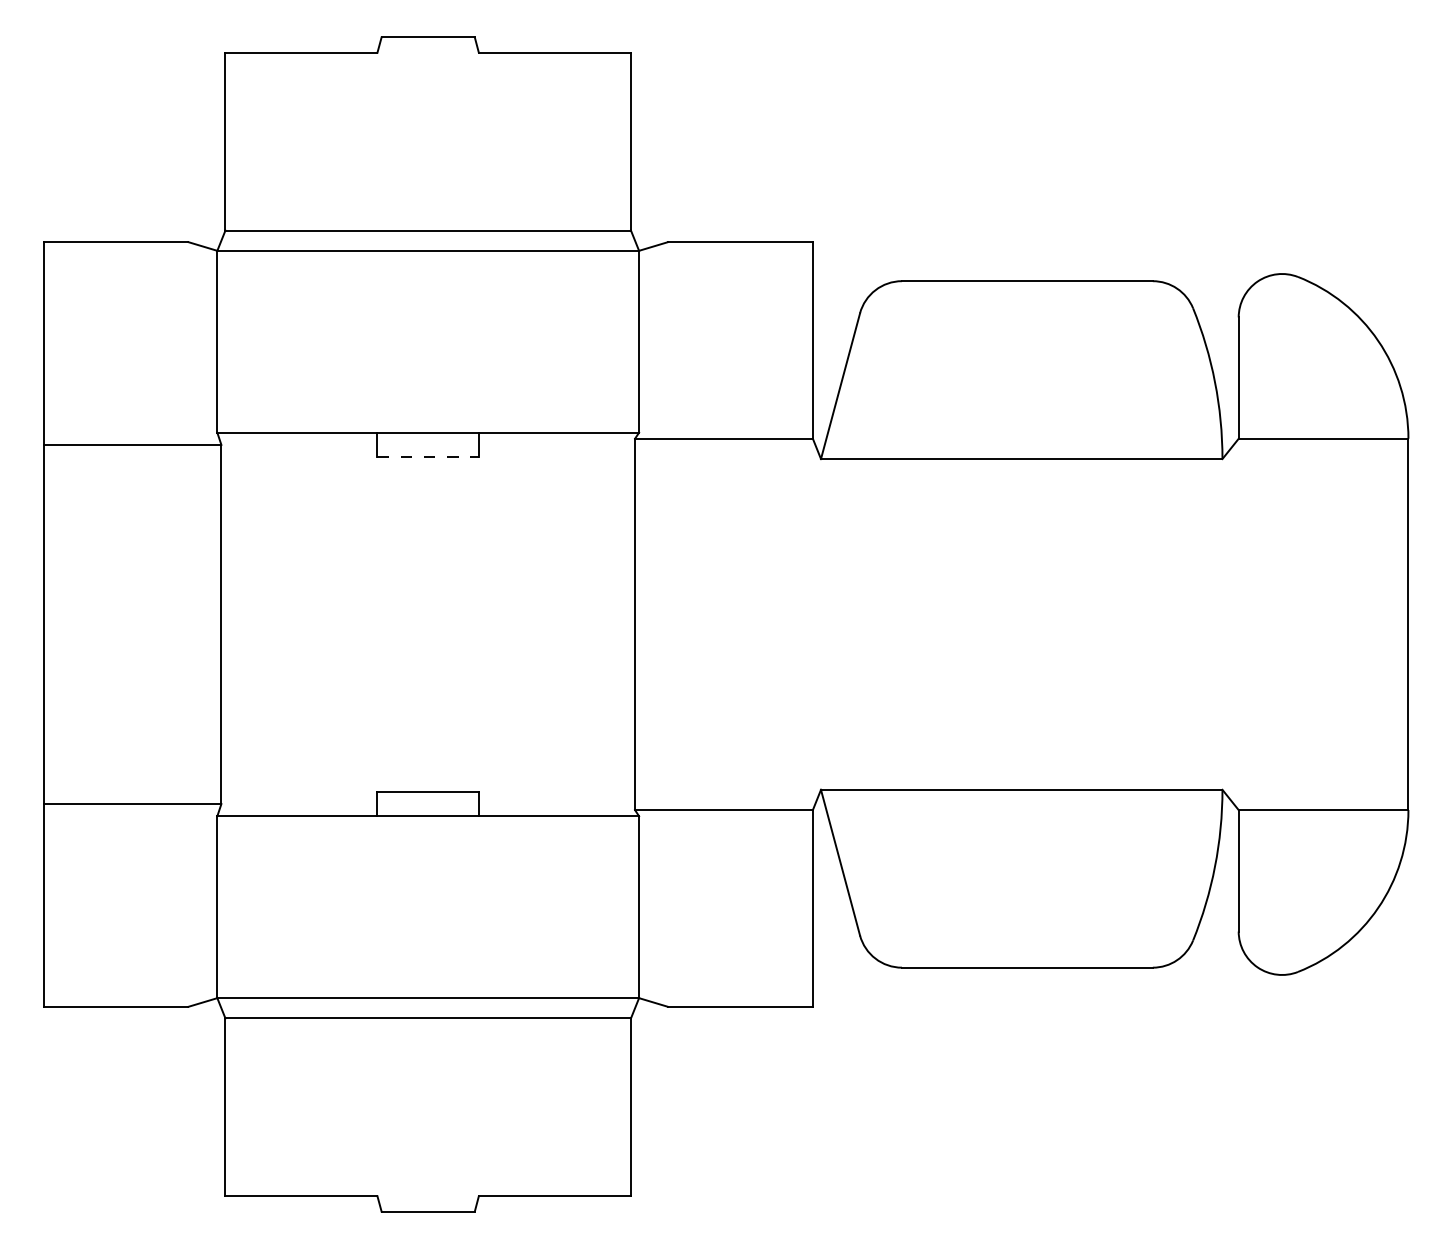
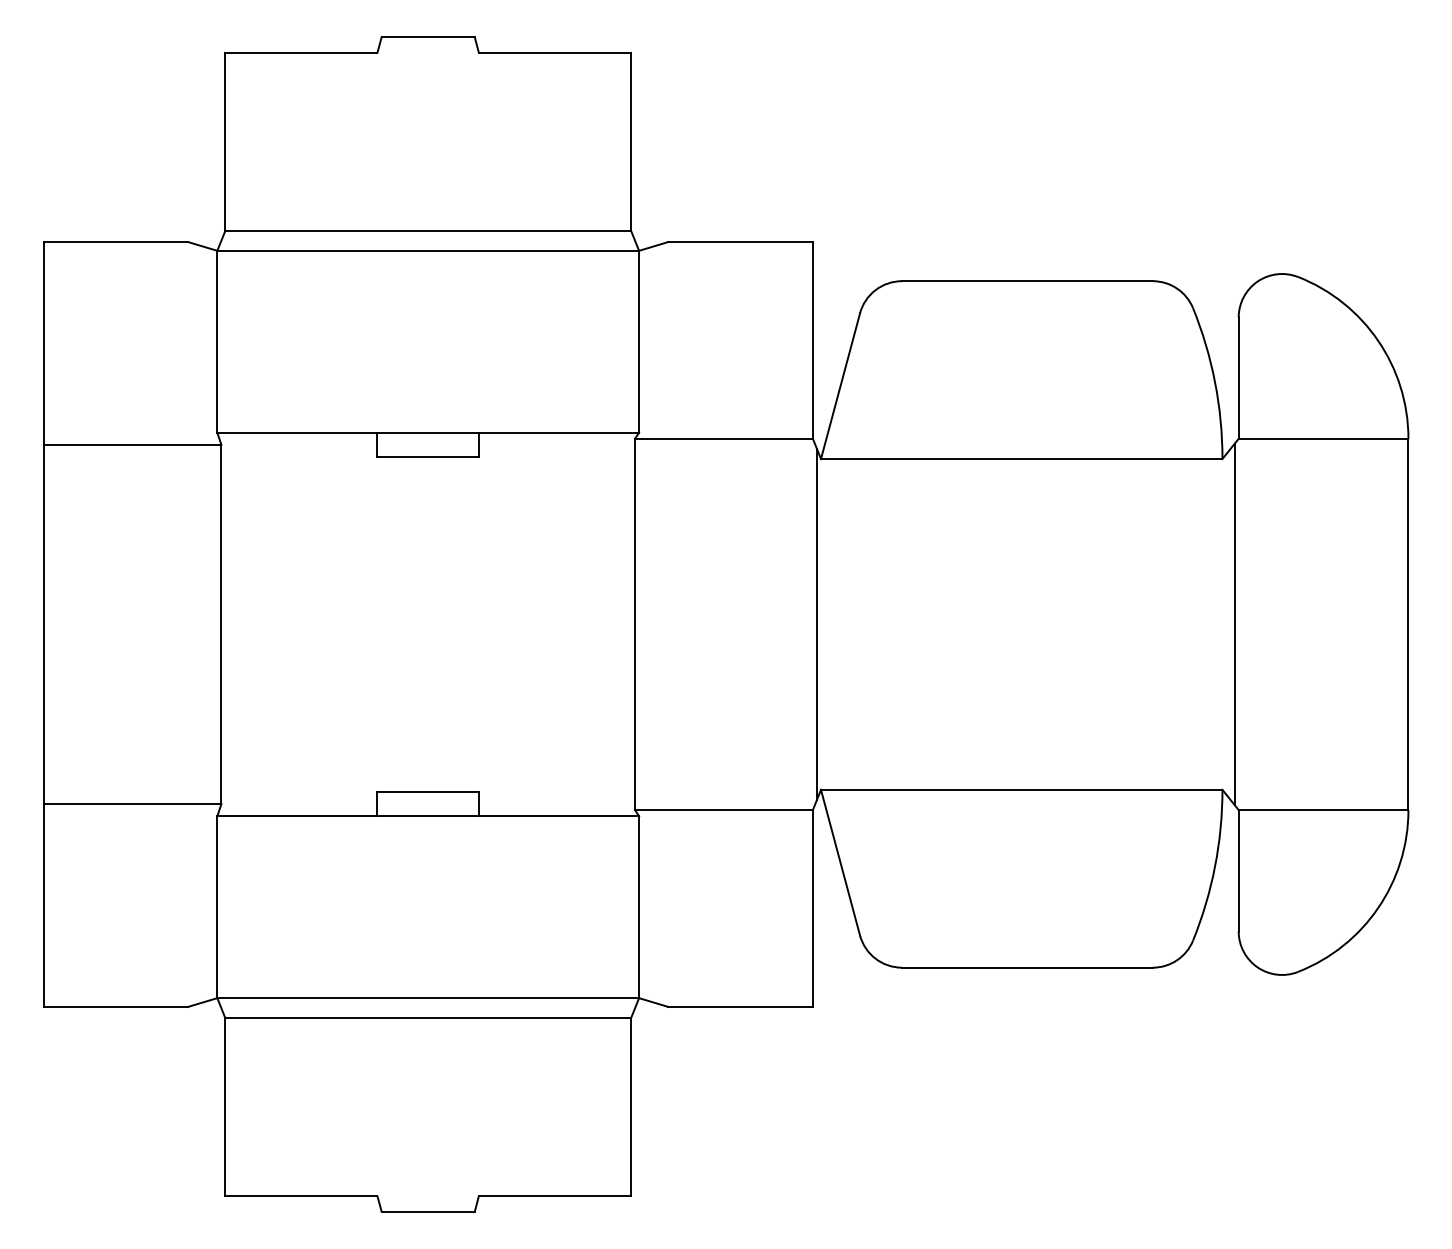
line at (428, 457): dashed -> solid
line at (816, 624): none -> present
line at (1234, 624): none -> present
